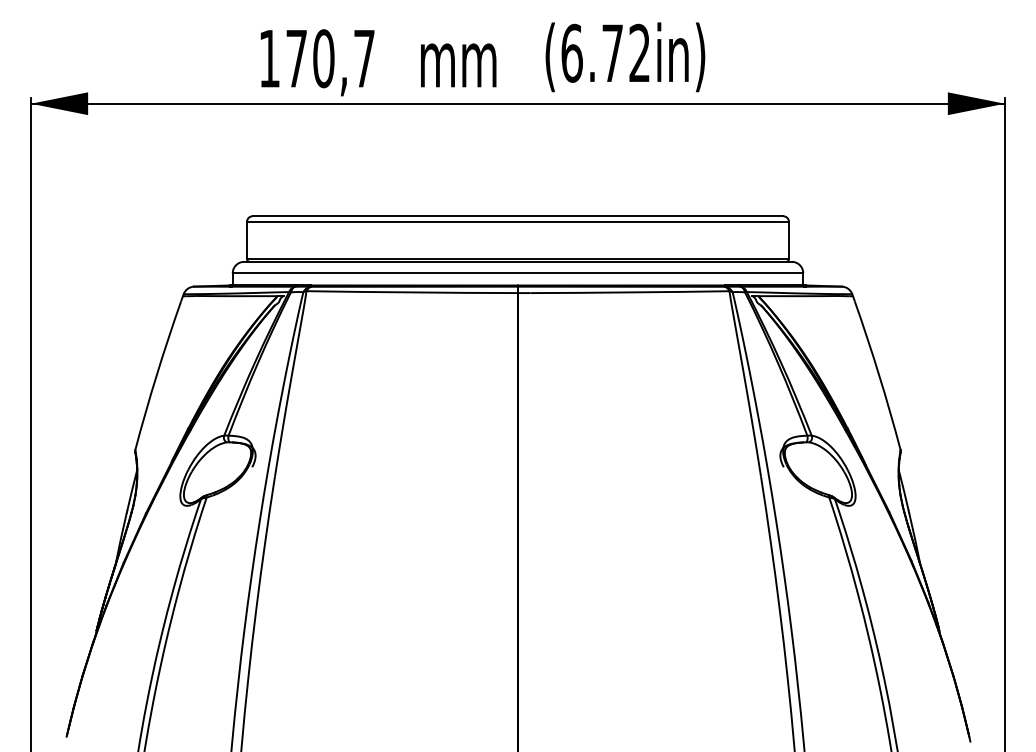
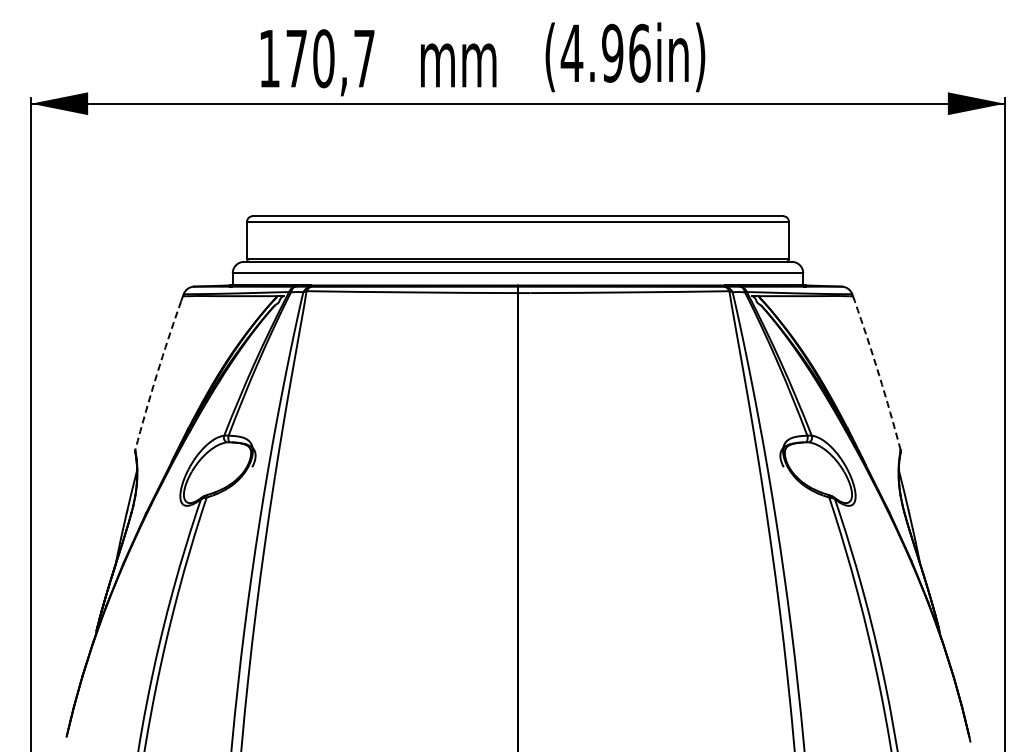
text at (605, 52): (6.72in) -> (4.96in)
arc at (156, 375): solid -> dashed
arc at (879, 375): solid -> dashed
